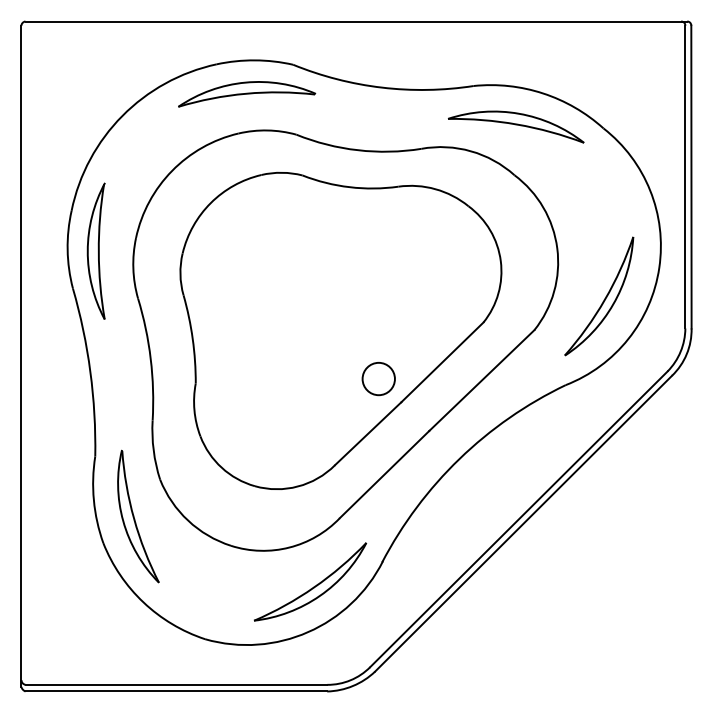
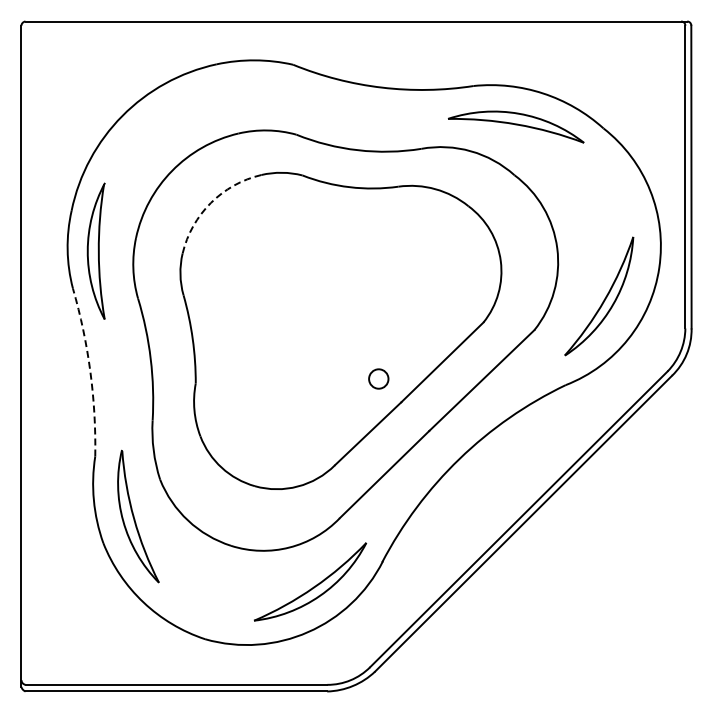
part at (247, 94): present -> none
arc at (210, 203): solid -> dashed
arc at (90, 371): solid -> dashed
circle at (378, 378) diameter: 32 px -> 19 px
